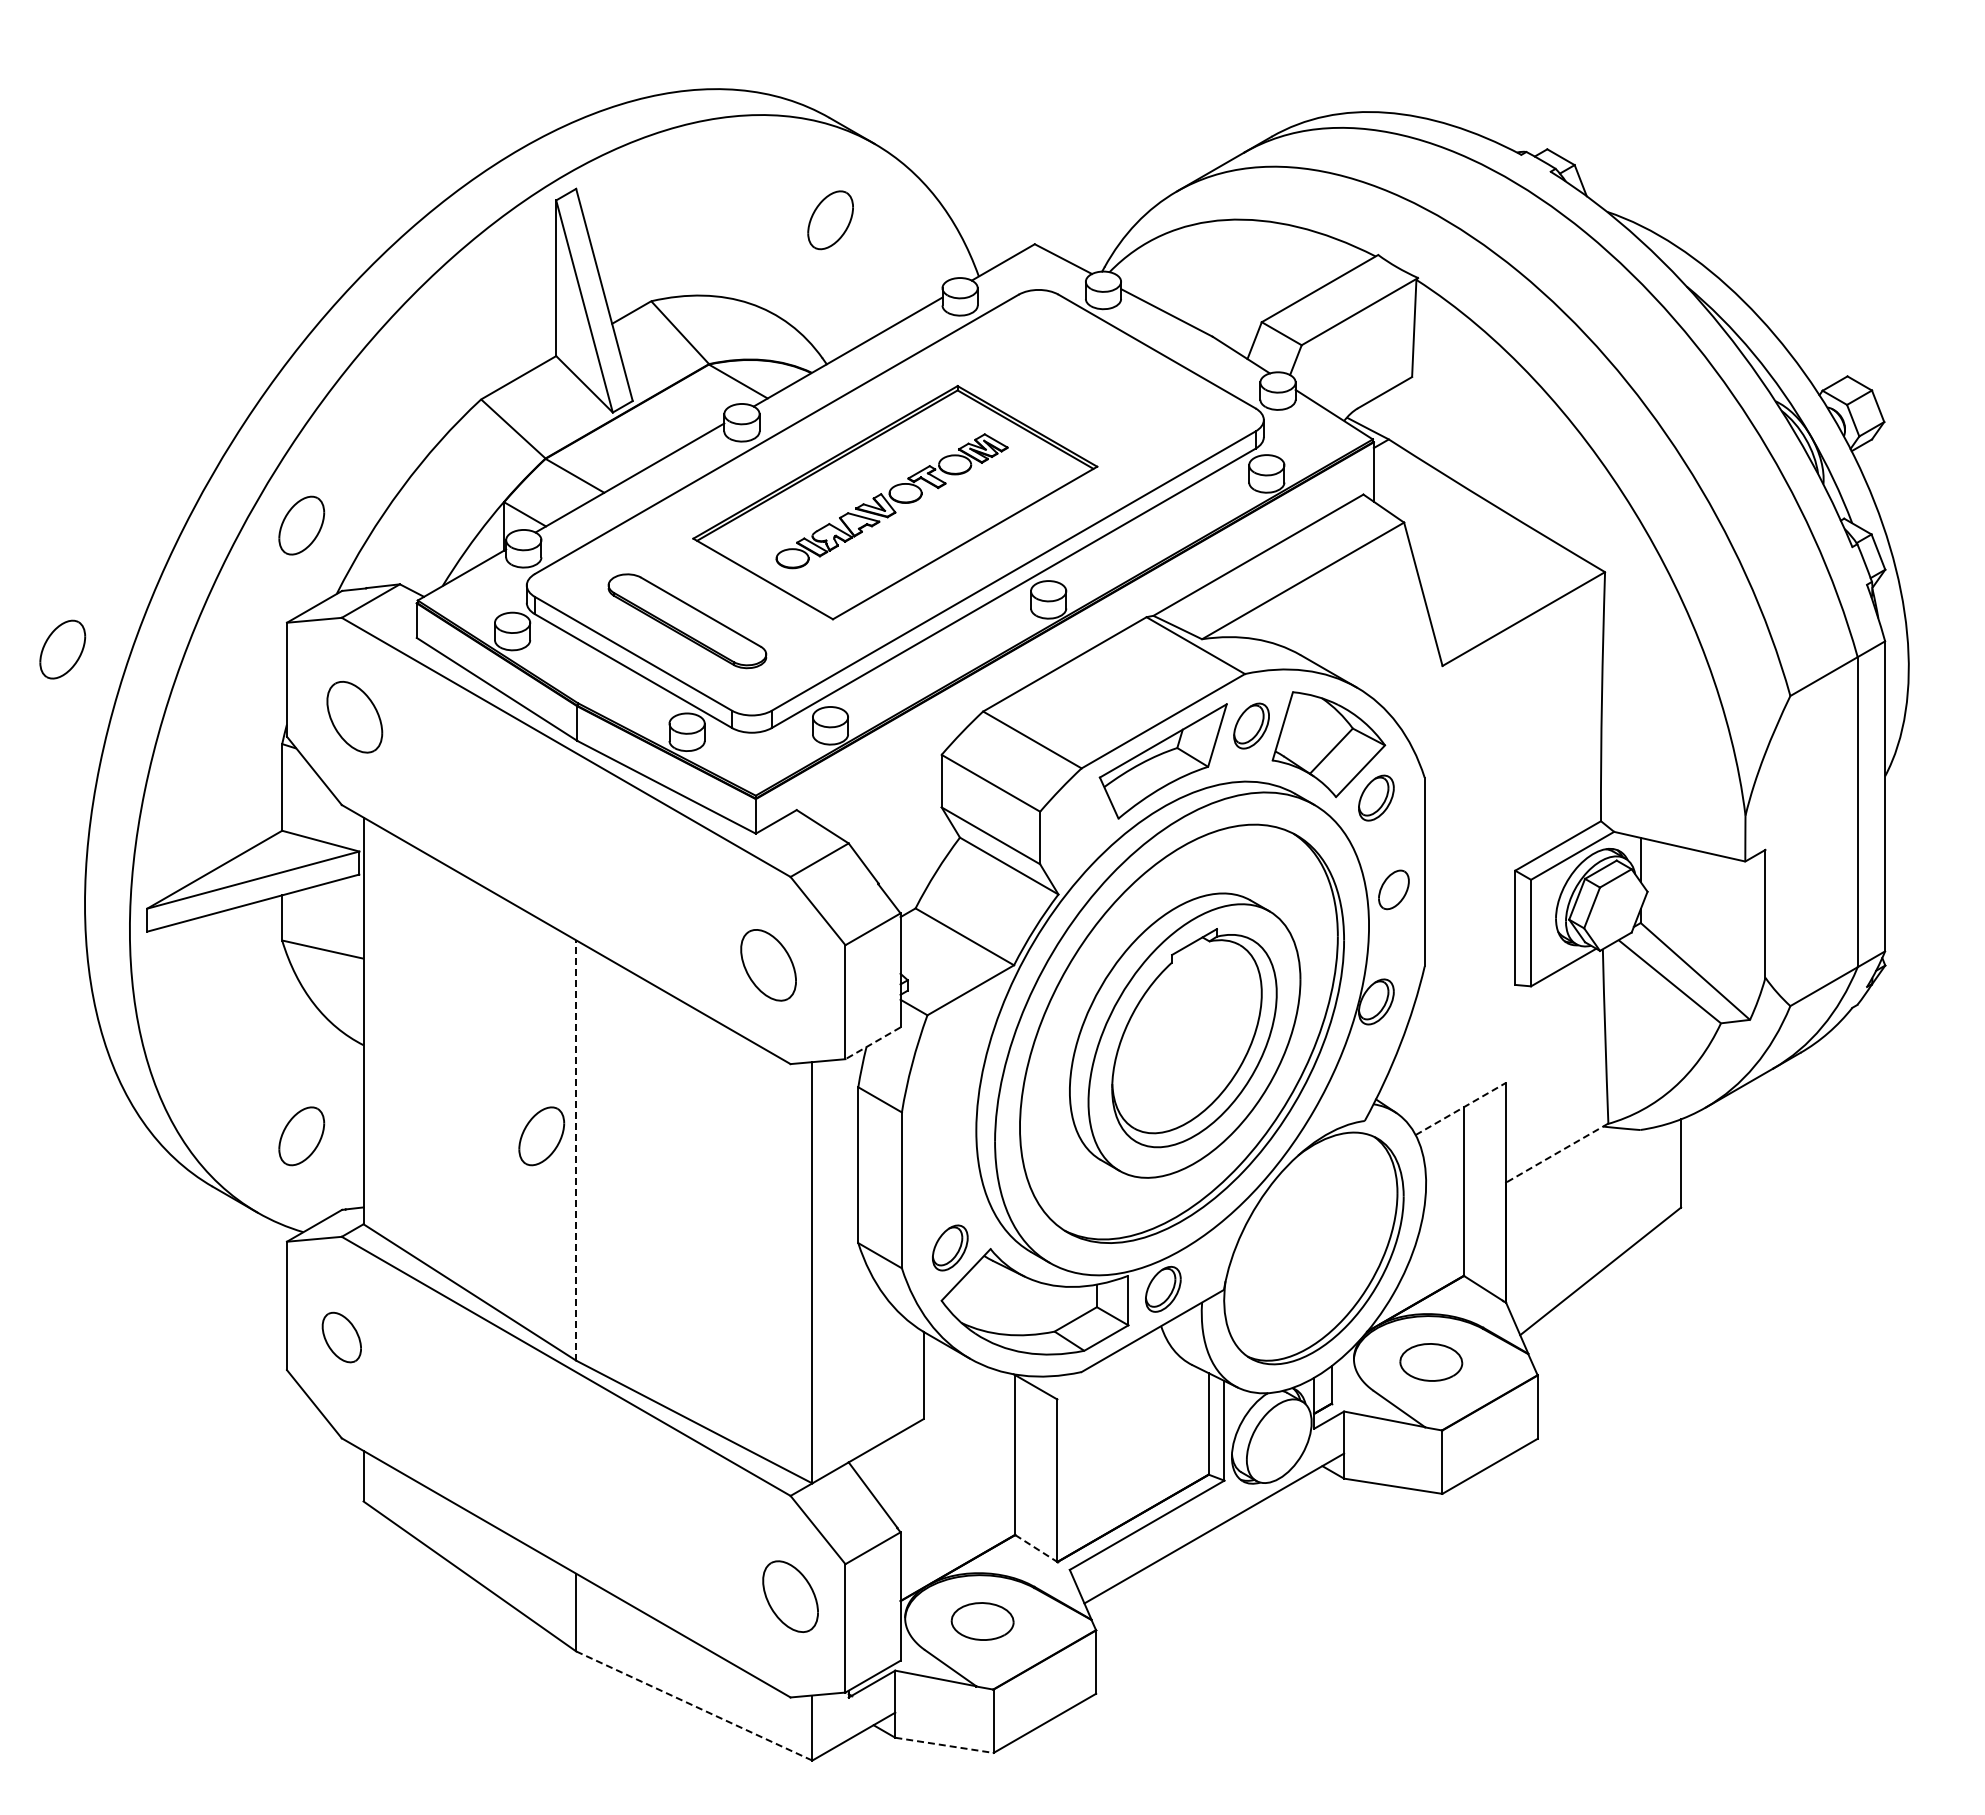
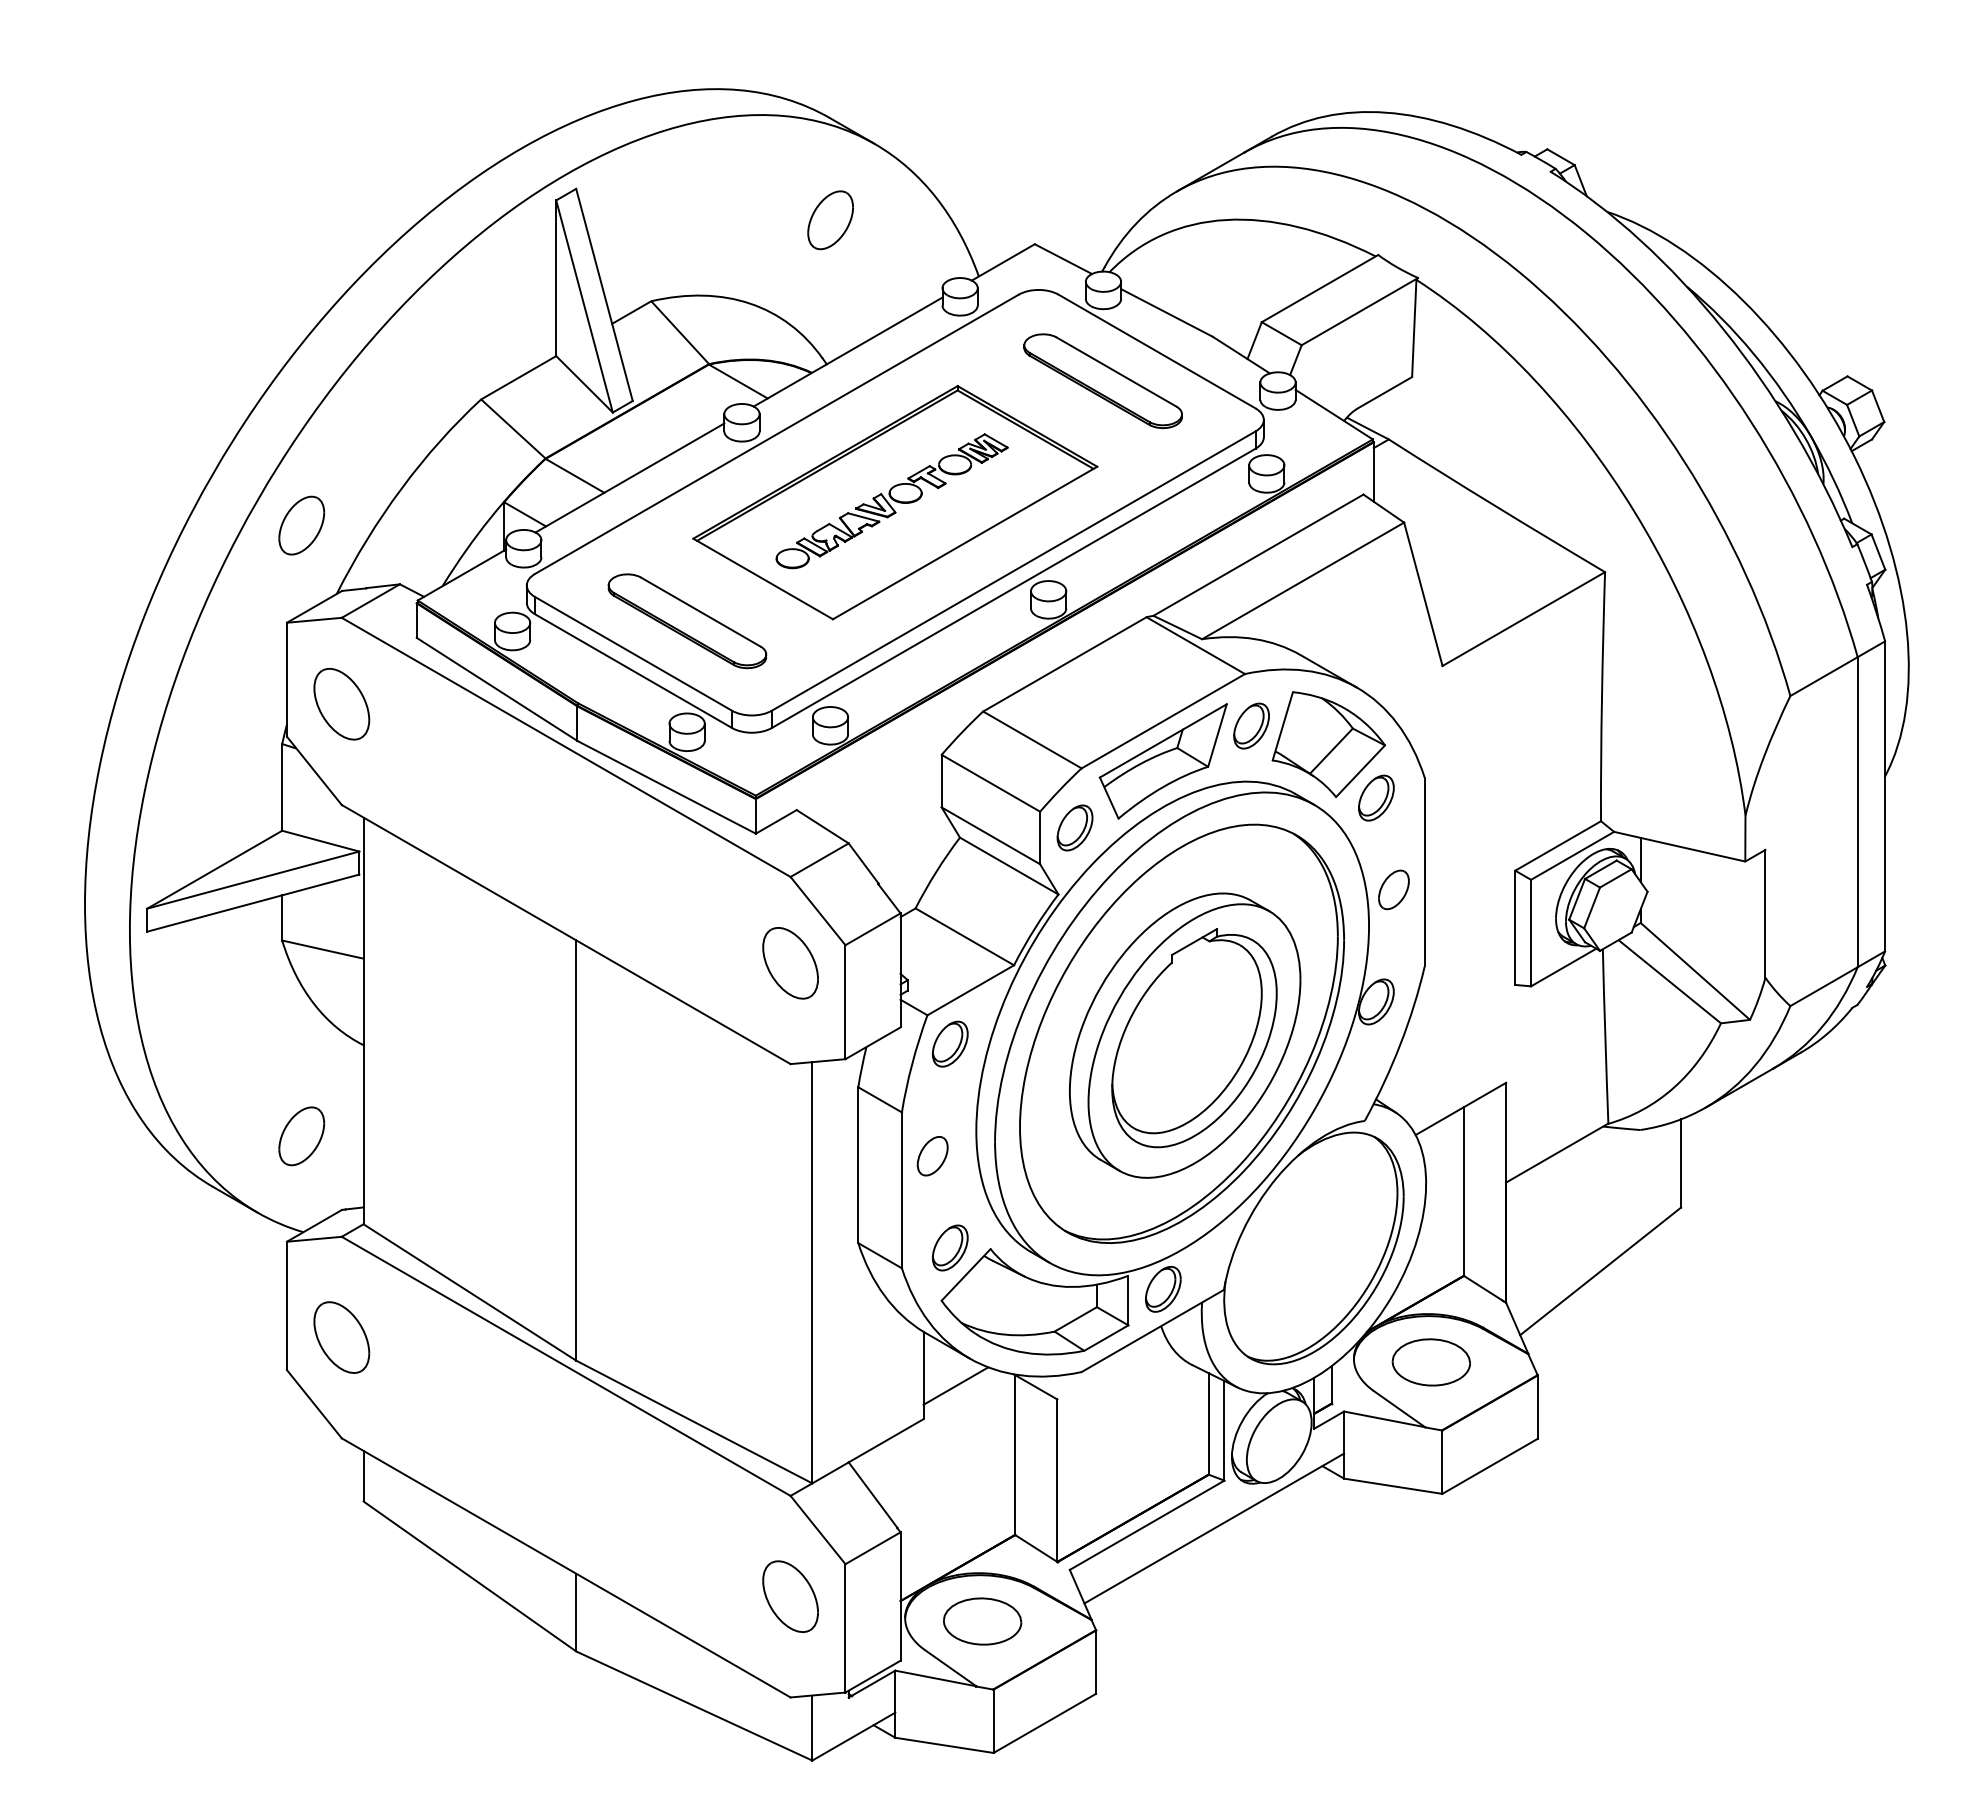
part at (1102, 381): none -> present
part at (62, 649): present -> none
part at (354, 716) position: (354, 716) -> (341, 703)
part at (1074, 827): none -> present
part at (768, 965) position: (768, 965) -> (790, 963)
line at (873, 1043): dashed -> solid
part at (950, 1043): none -> present
line at (1461, 1108): dashed -> solid
part at (541, 1136): present -> none
line at (576, 1149): dashed -> solid
line at (1556, 1153): dashed -> solid
part at (932, 1156): none -> present
part at (341, 1337) size: 41x53 px -> 58x73 px
part at (1431, 1362) size: 65x39 px -> 80x49 px
line at (955, 1385): none -> present
line at (1036, 1548): dashed -> solid
part at (982, 1621) size: 65x39 px -> 80x49 px
line at (694, 1706): dashed -> solid
line at (944, 1745): dashed -> solid
